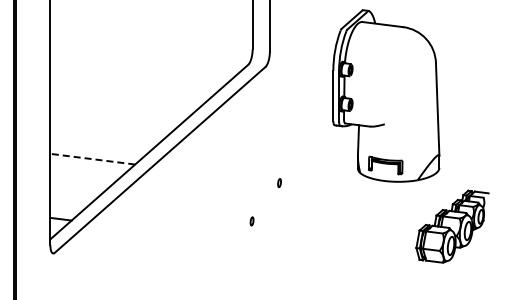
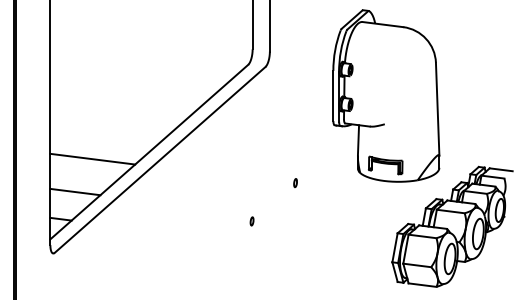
line at (92, 159): dashed -> solid
part at (279, 182) position: (279, 182) -> (295, 182)
line at (75, 191): none -> present
part at (452, 226) size: 75x75 px -> 123x123 px
